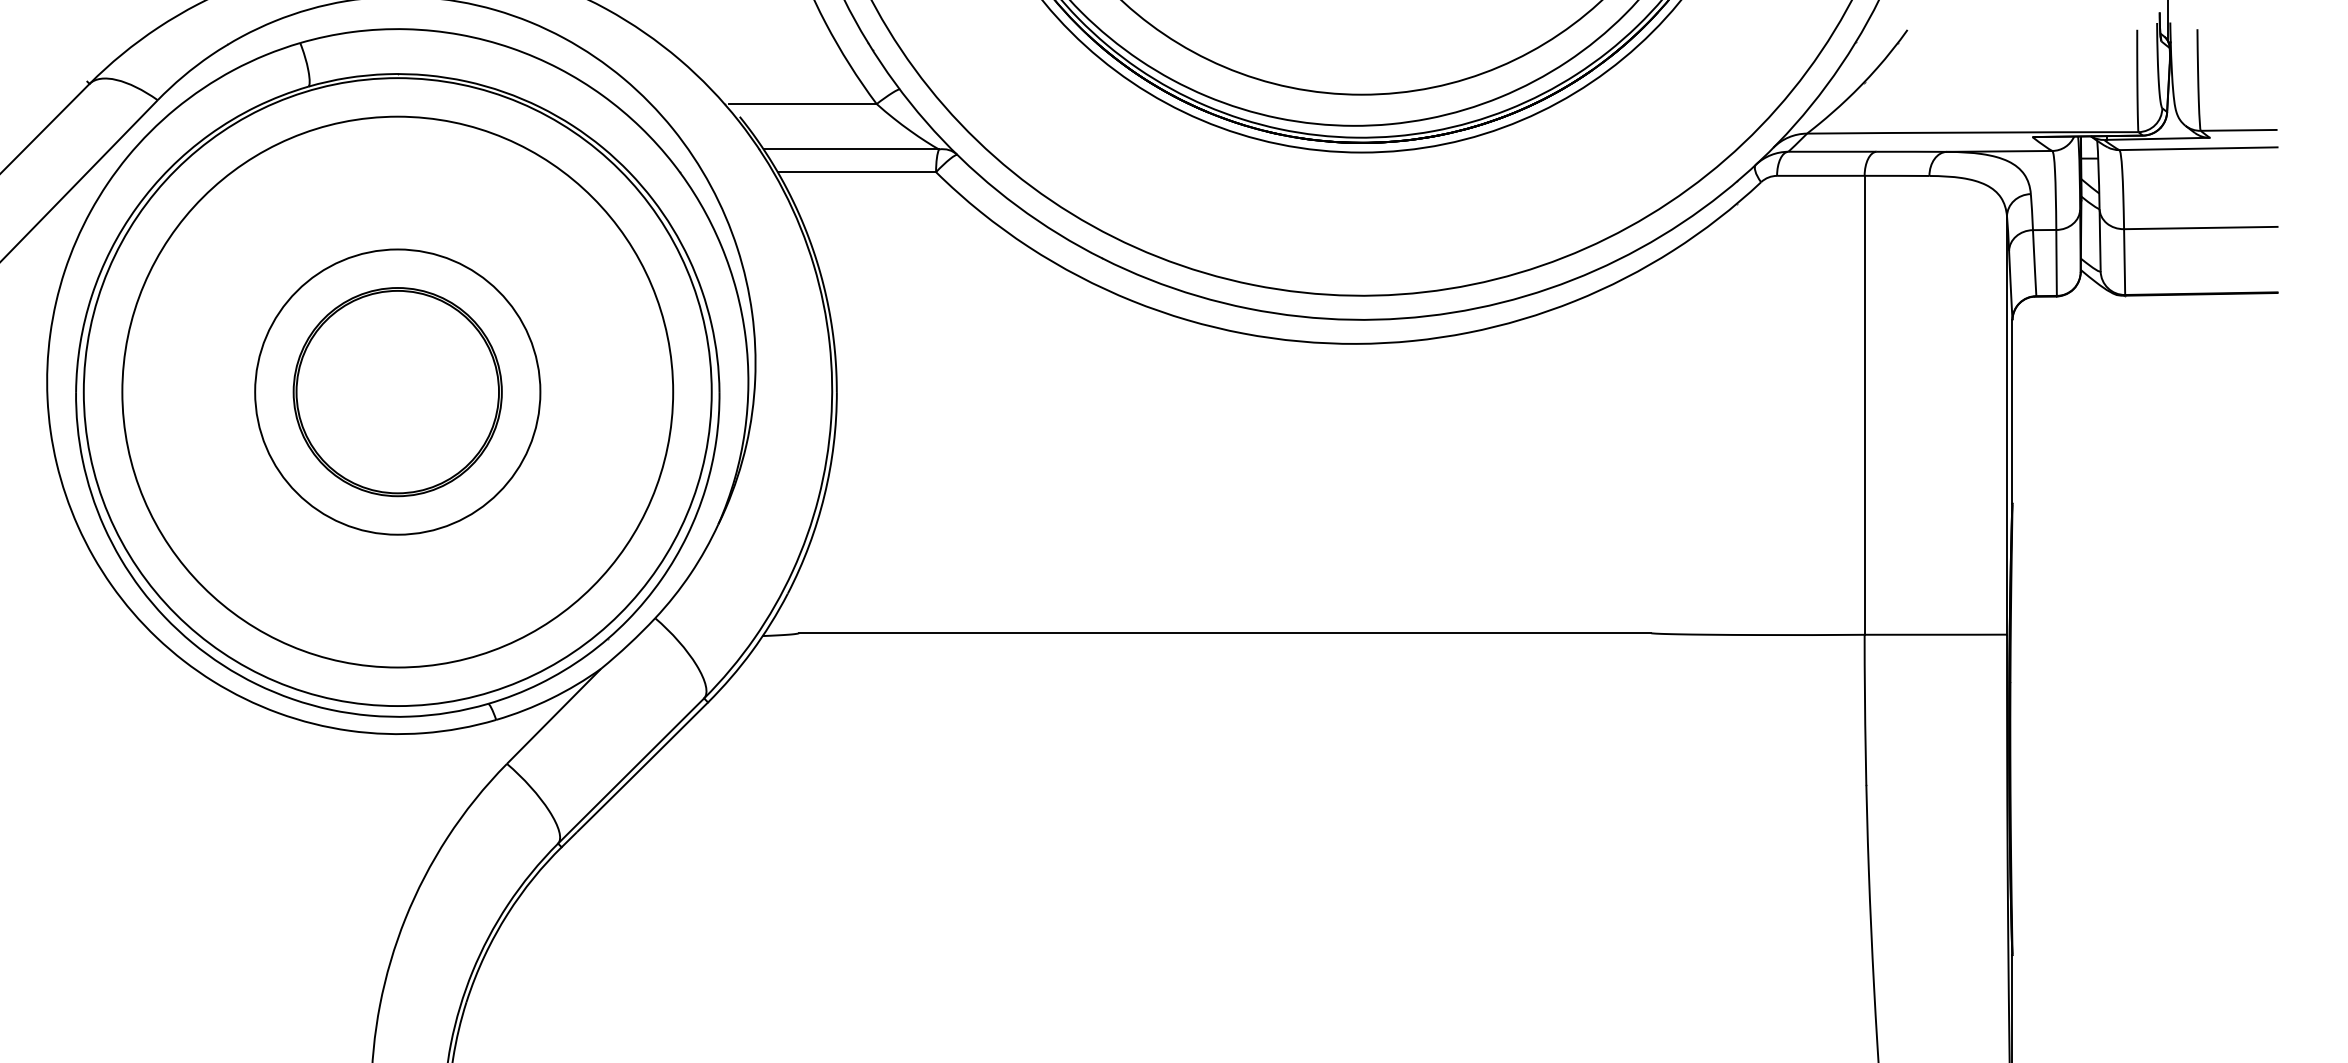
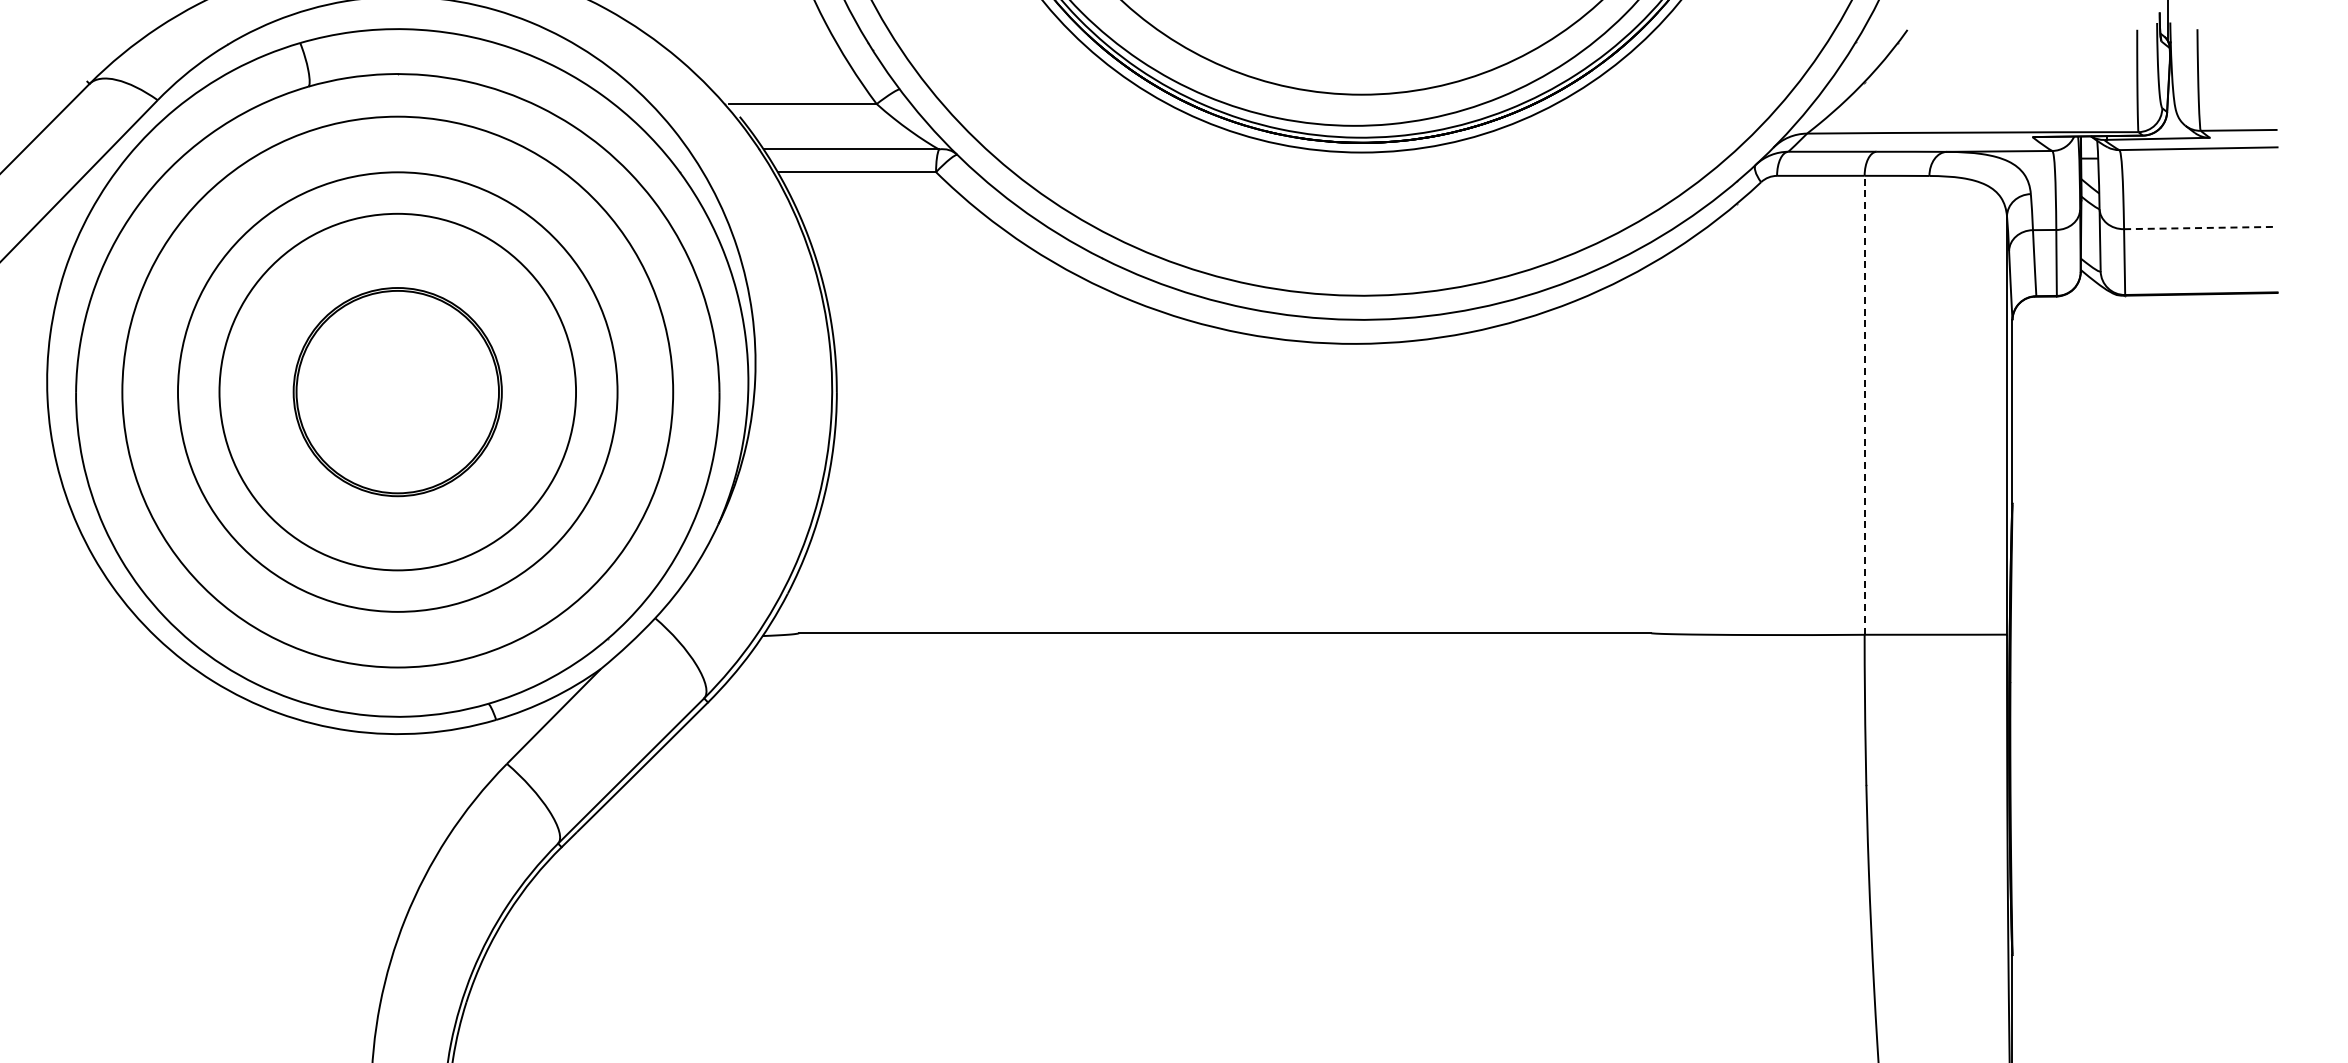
line at (2200, 228): solid -> dashed
circle at (397, 391) diameter: 285 px -> 357 px
circle at (397, 392) diameter: 628 px -> 440 px
line at (1864, 404): solid -> dashed
